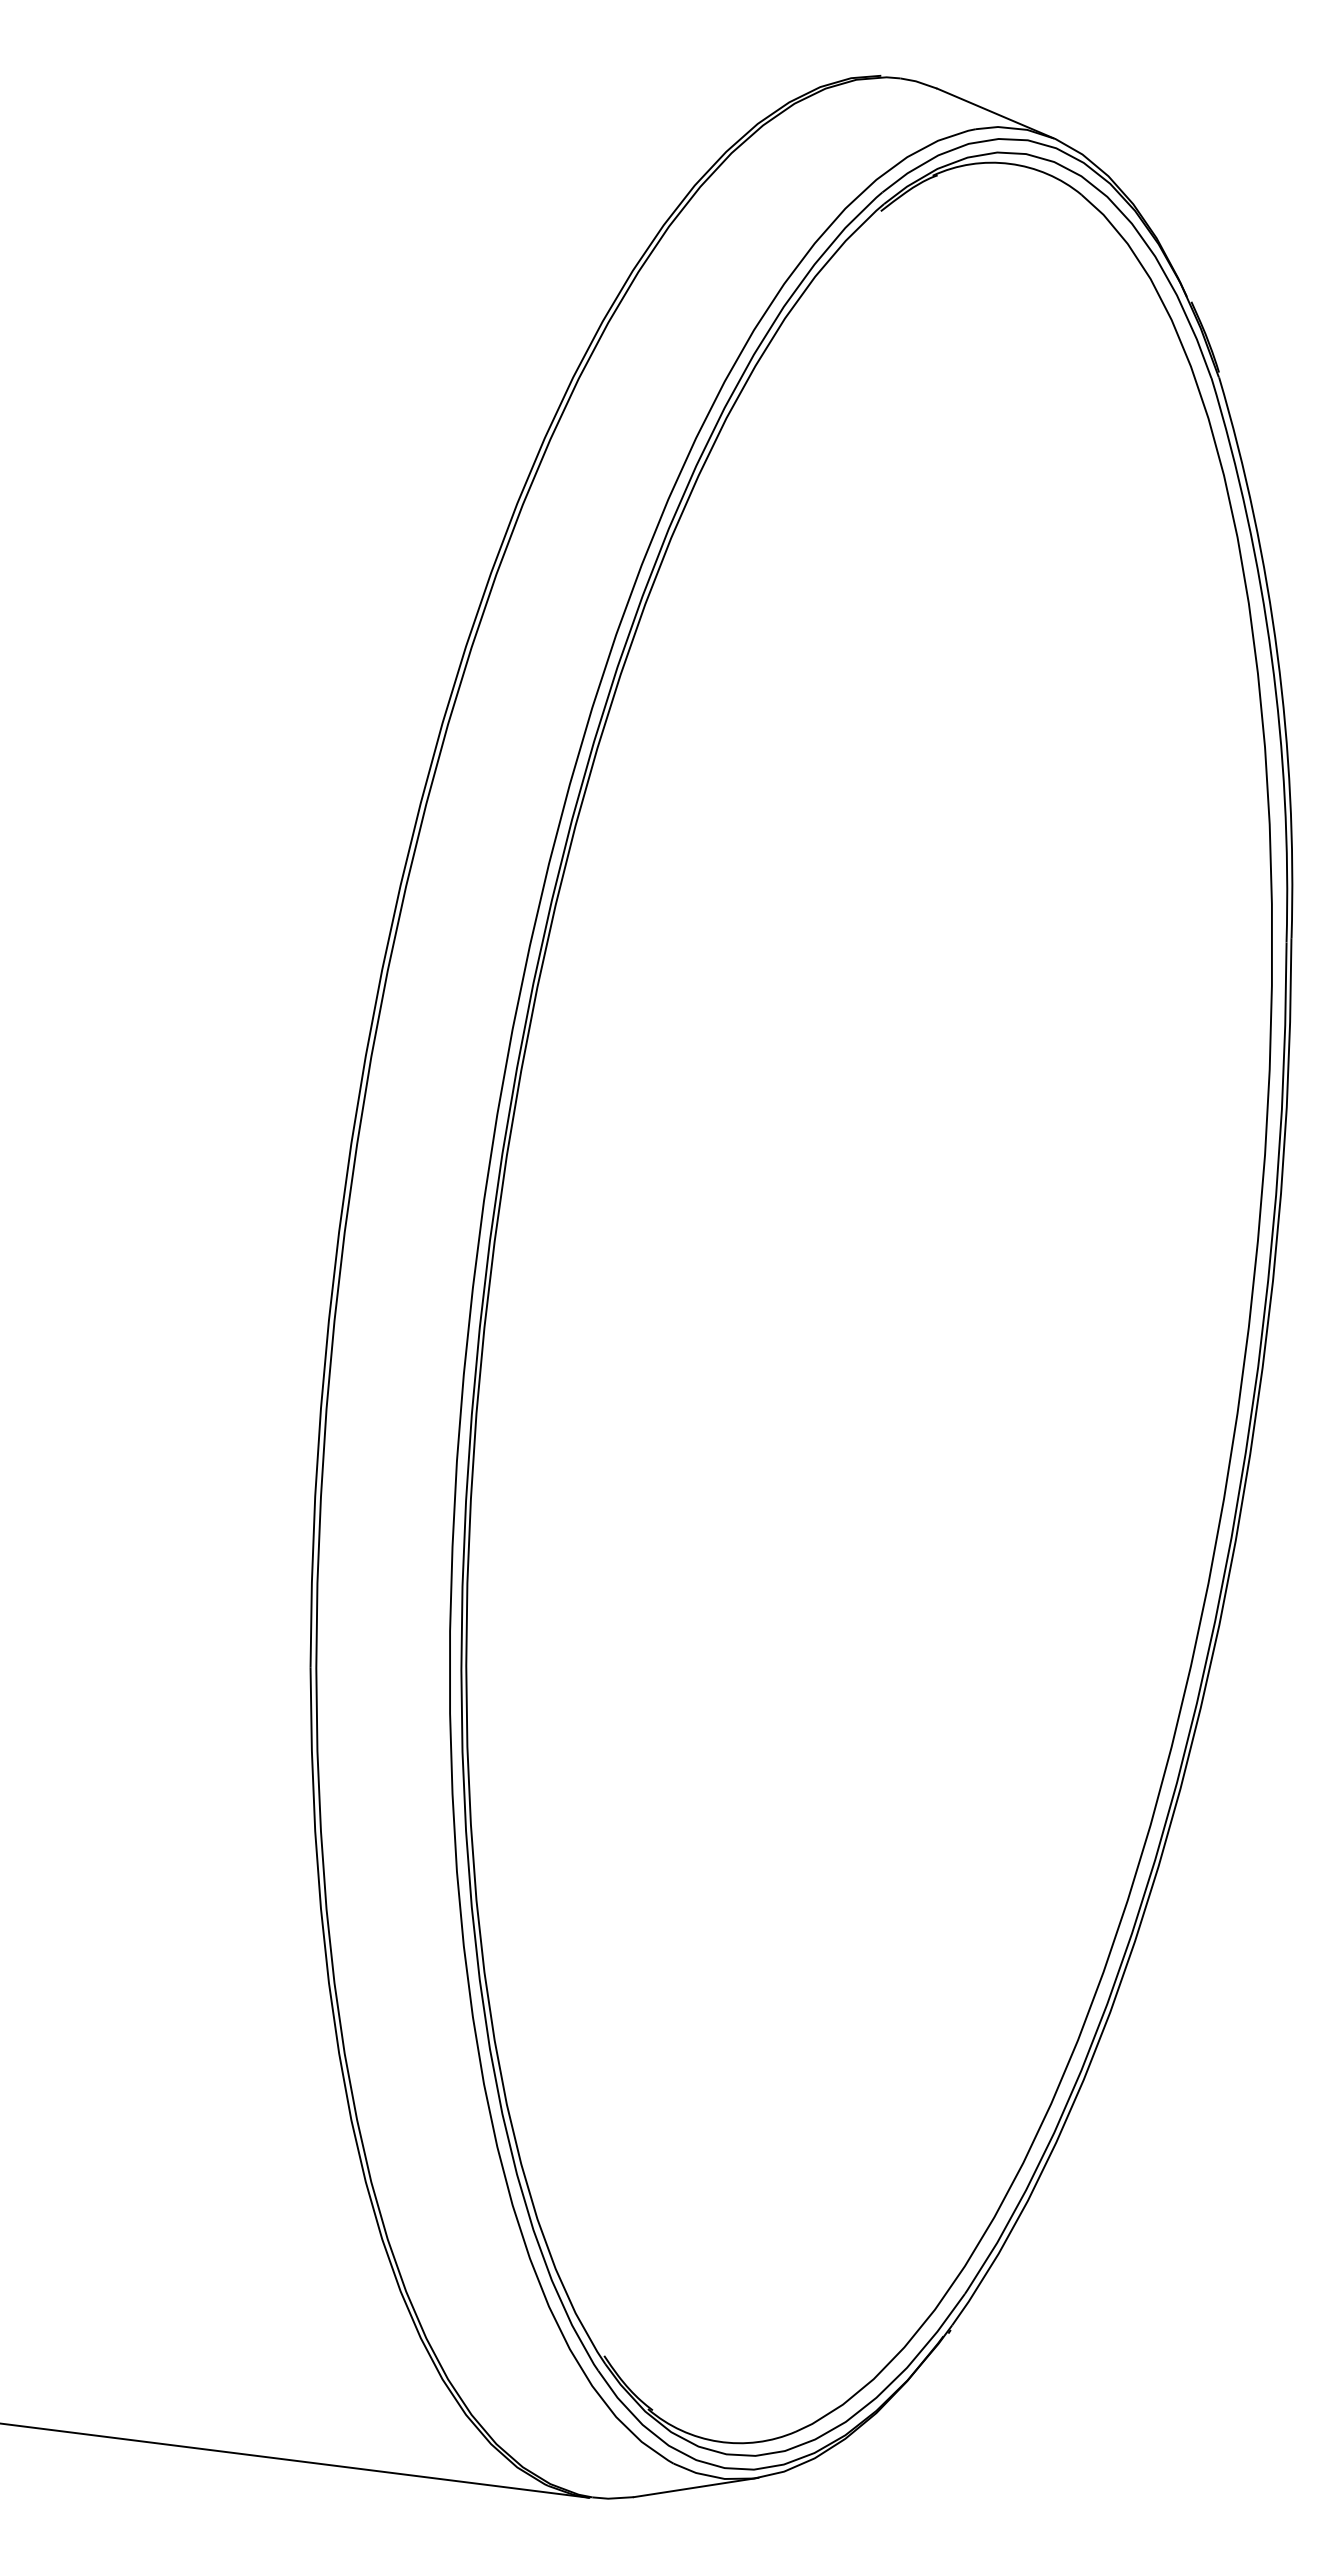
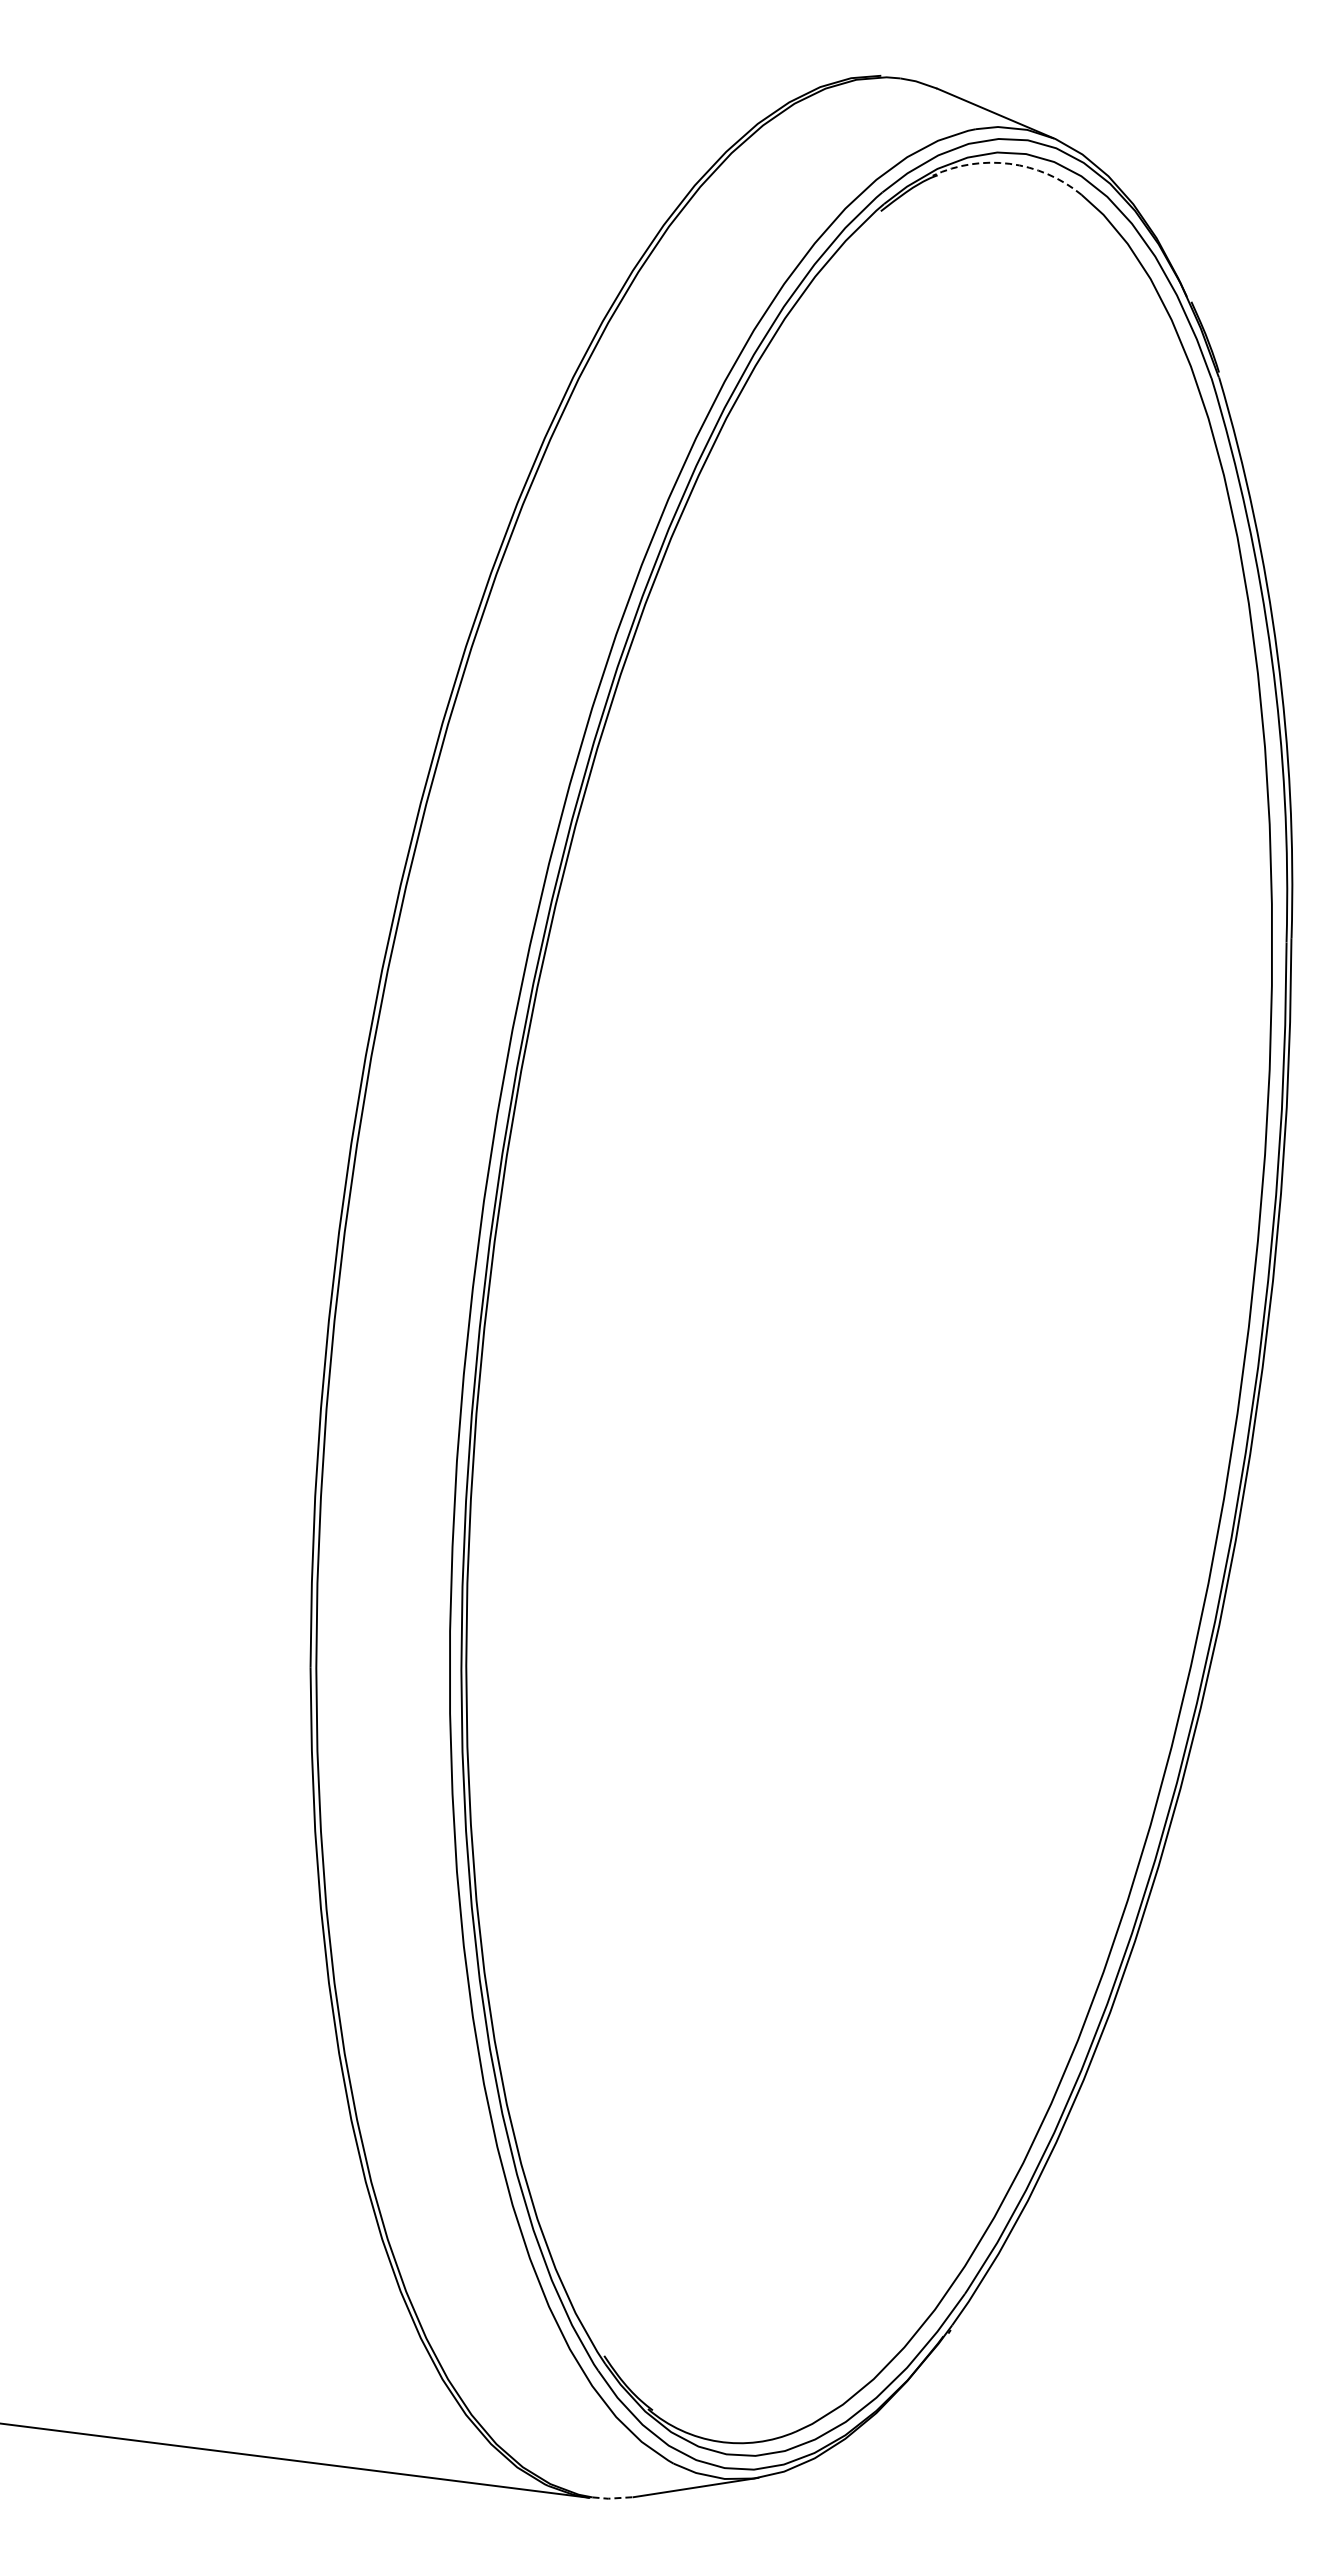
arc at (1009, 163): solid -> dashed
line at (613, 2498): solid -> dashed
